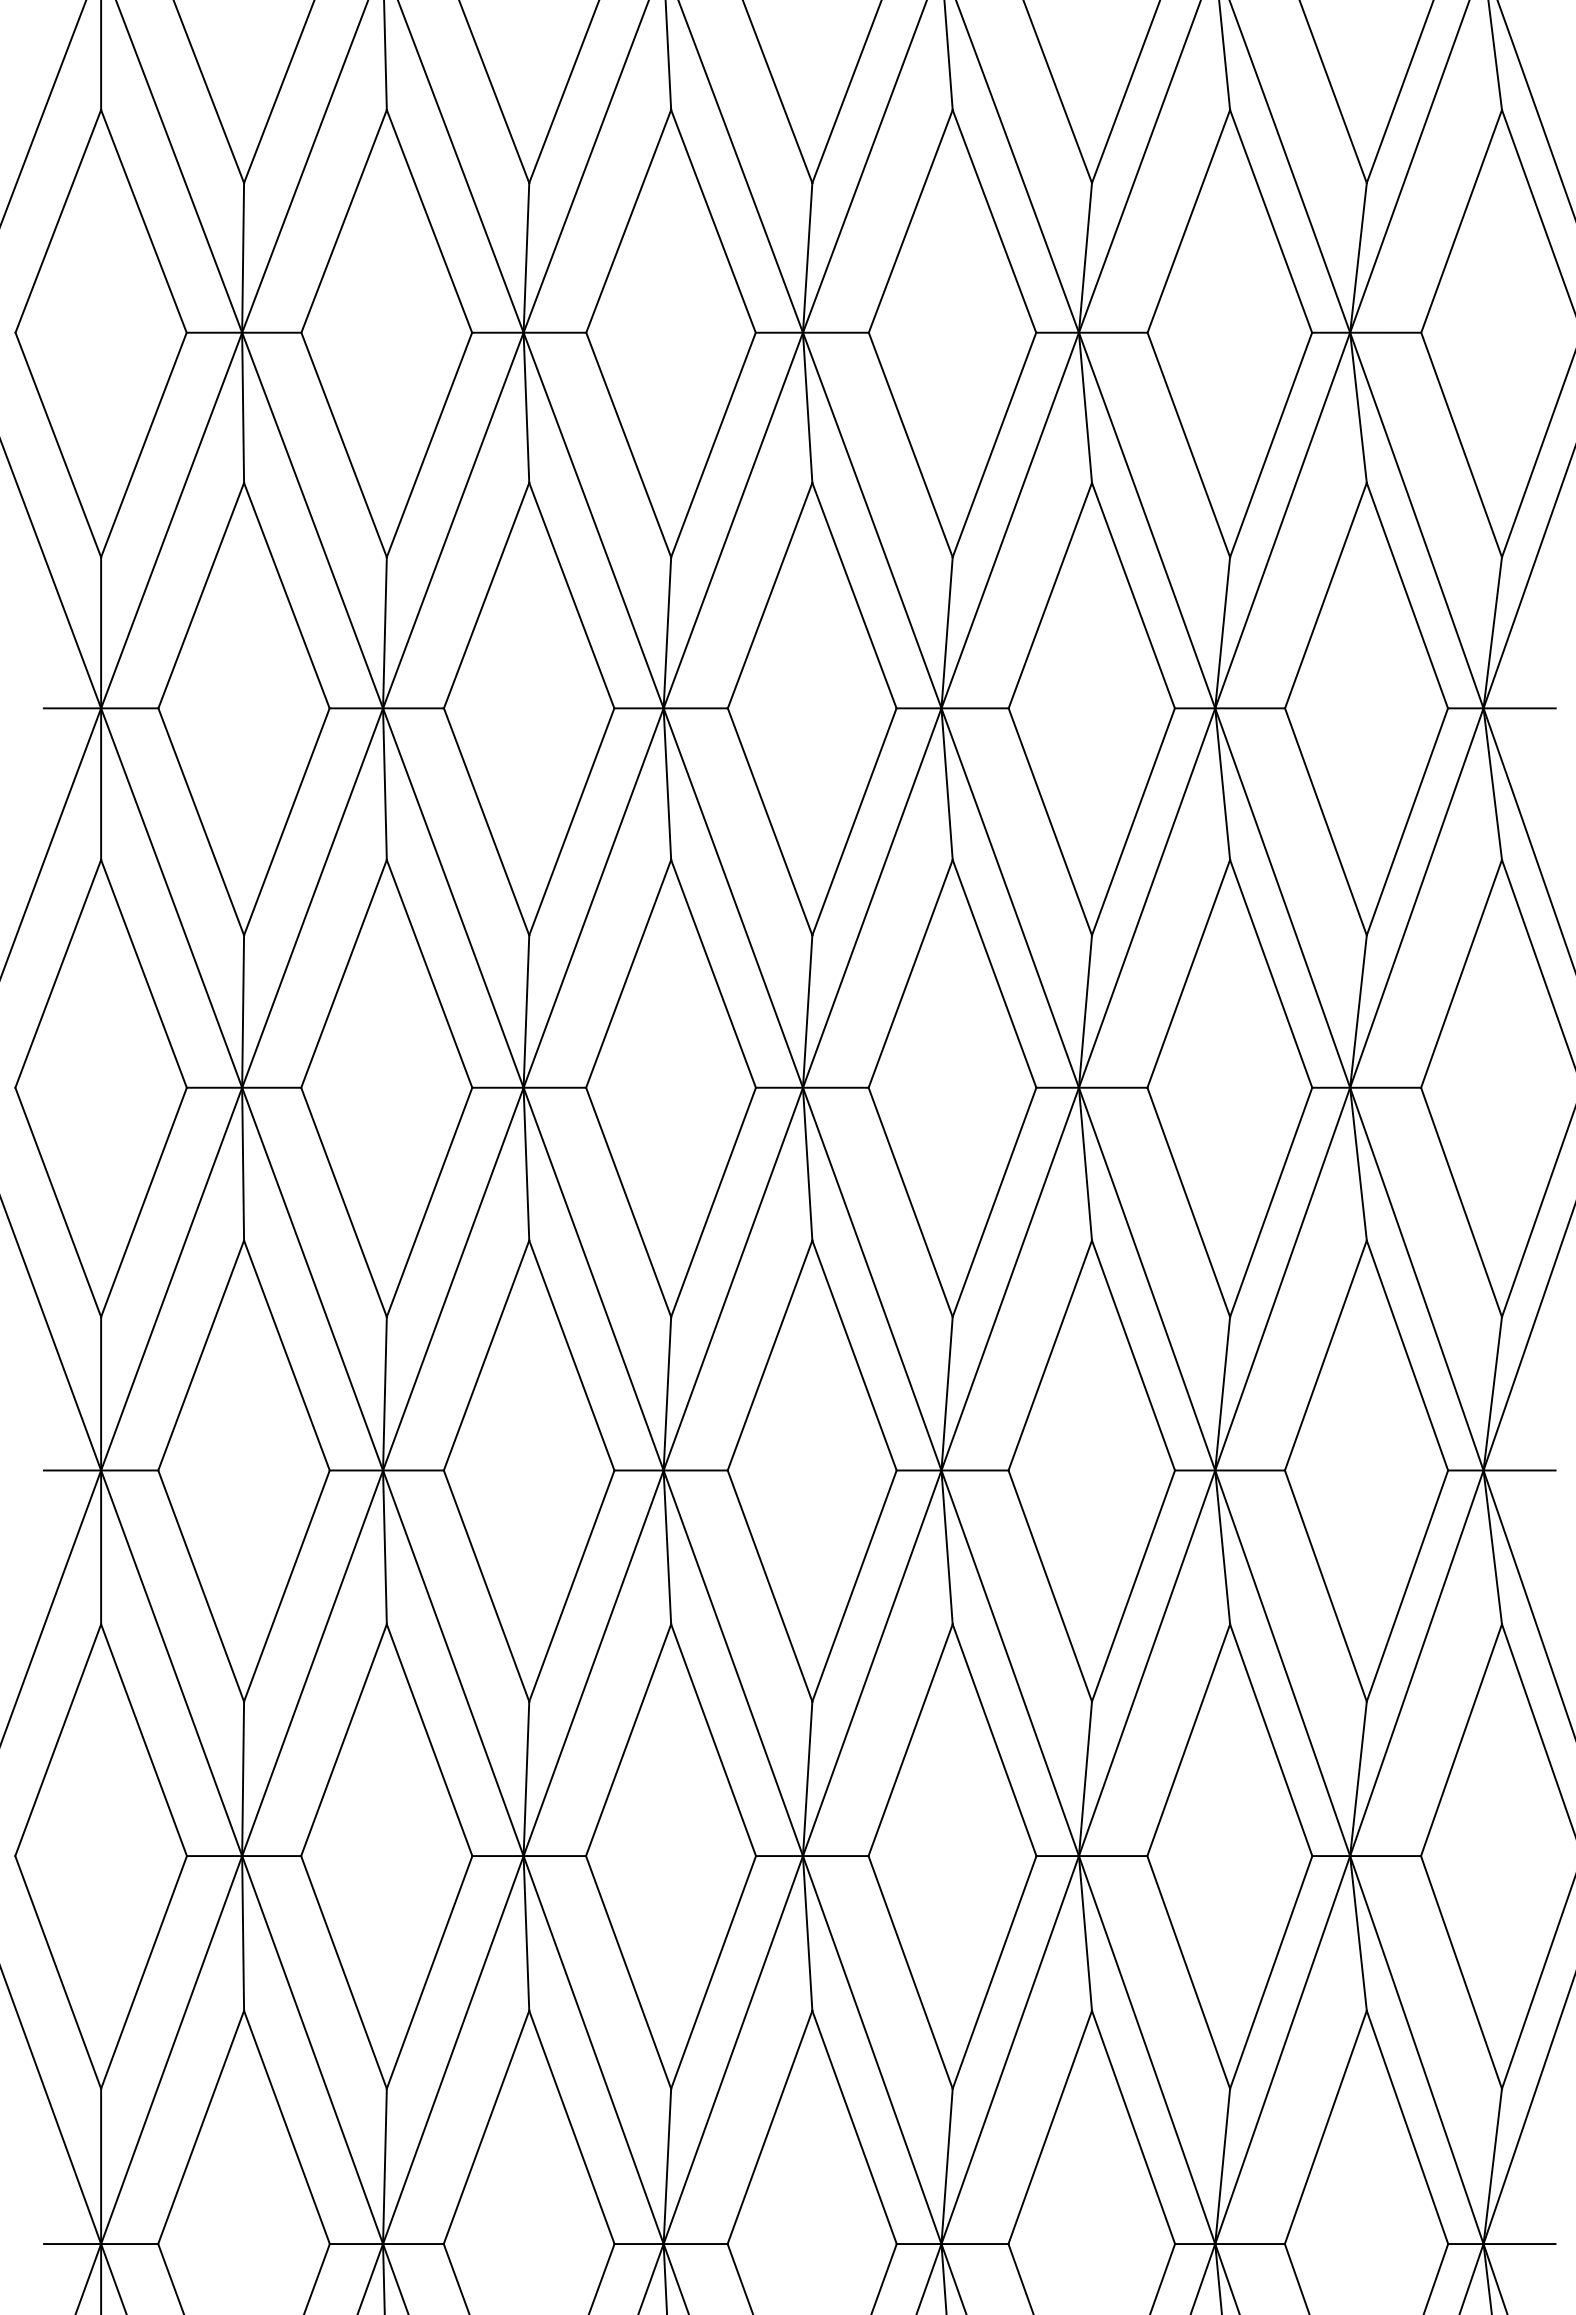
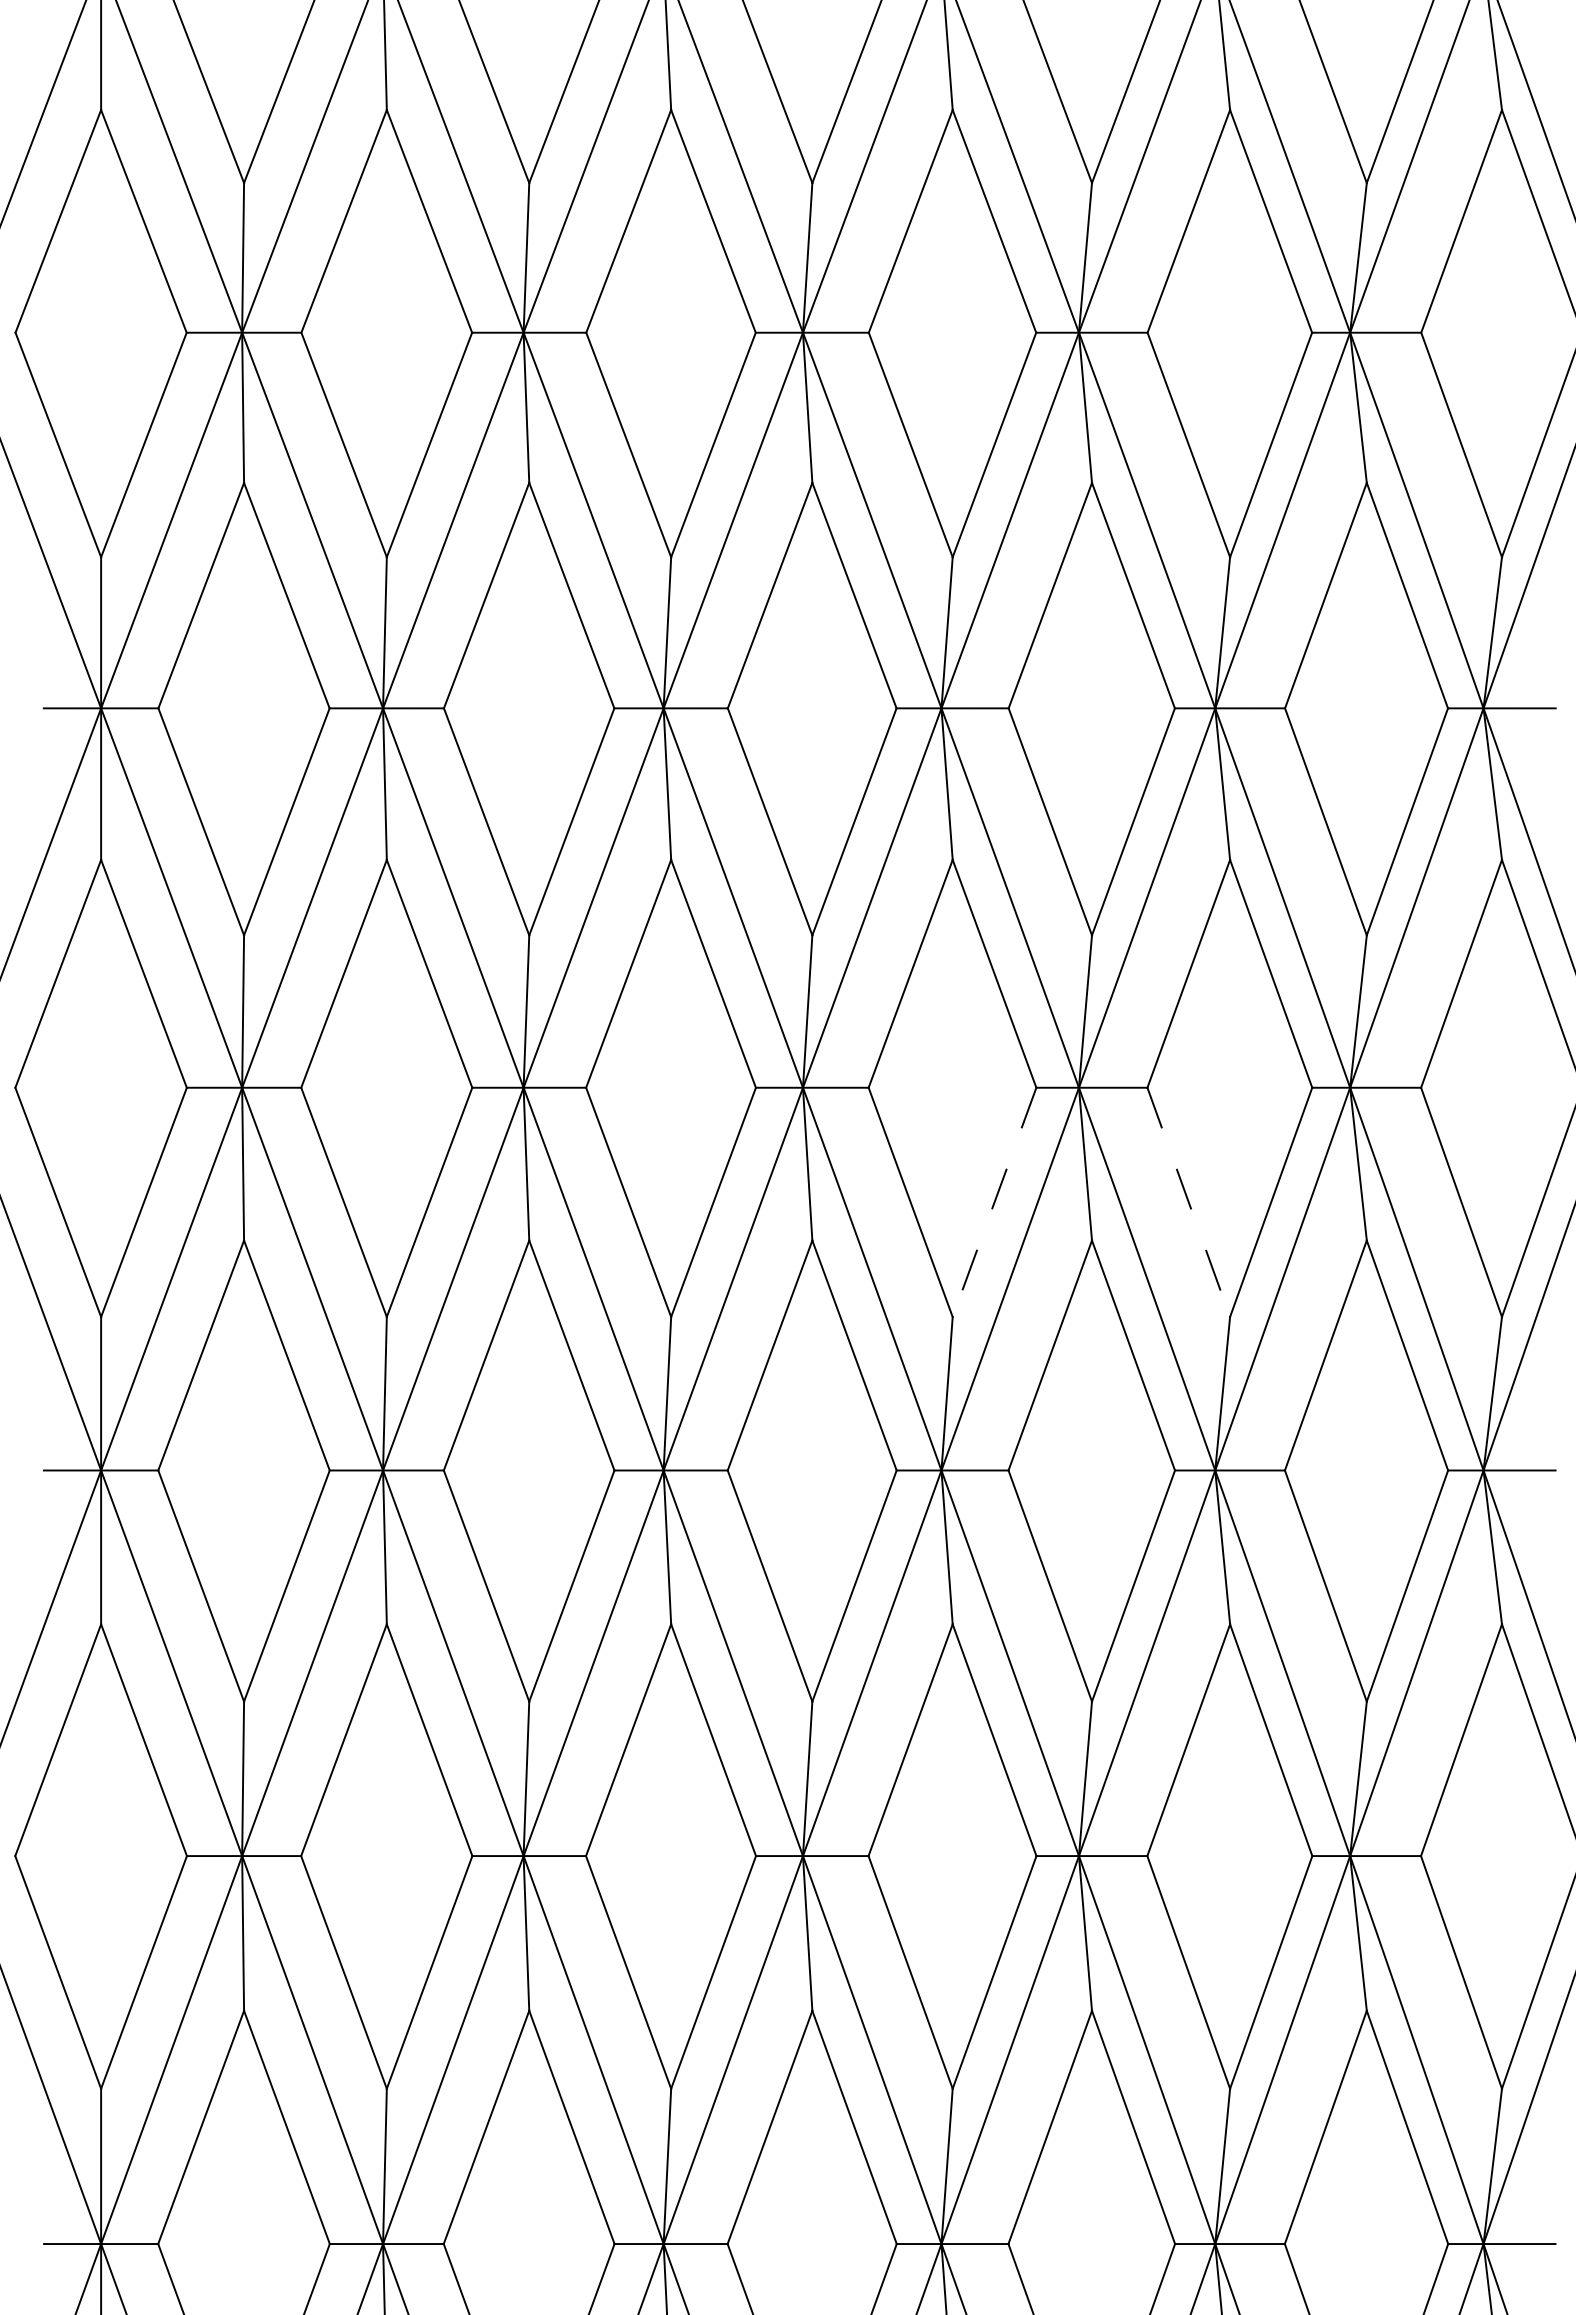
line at (994, 1202): solid -> dashed
line at (1188, 1202): solid -> dashed
